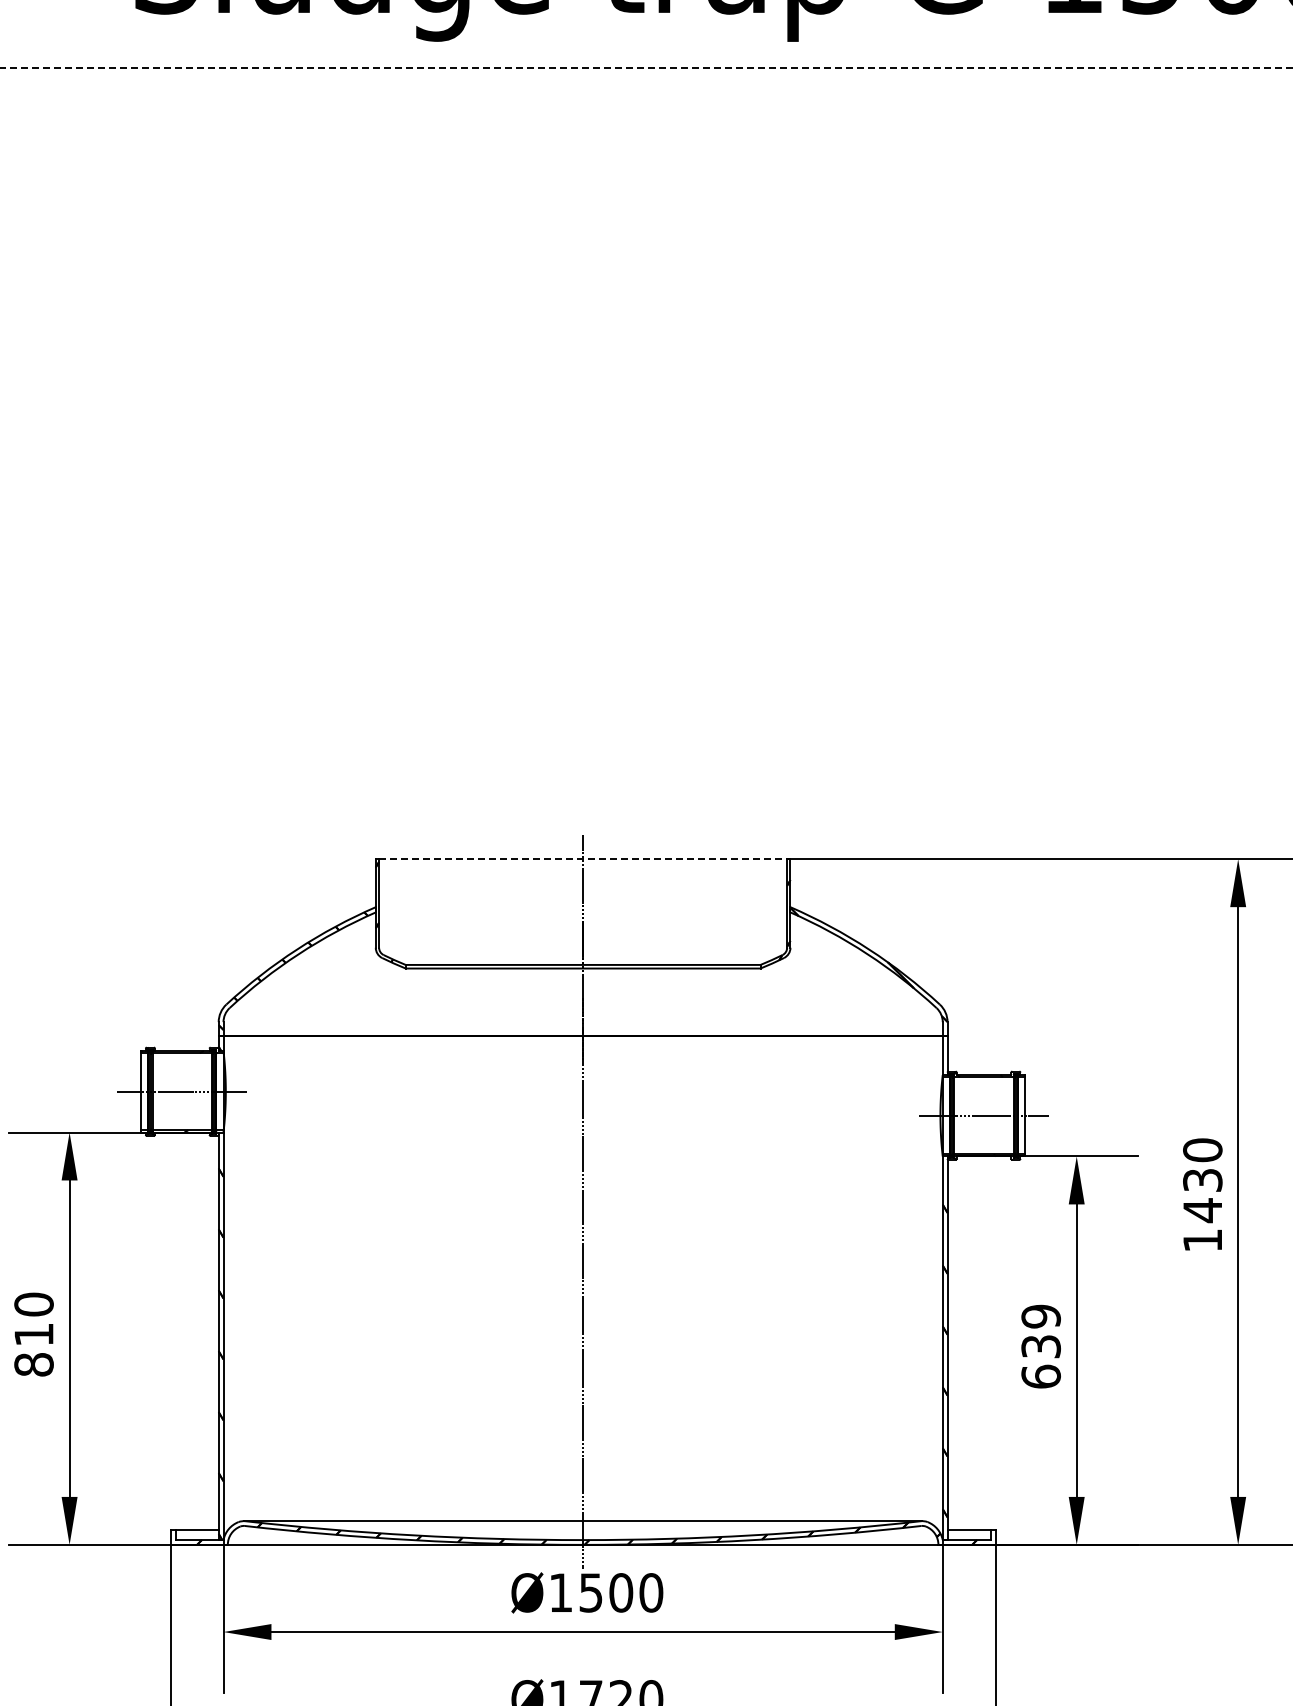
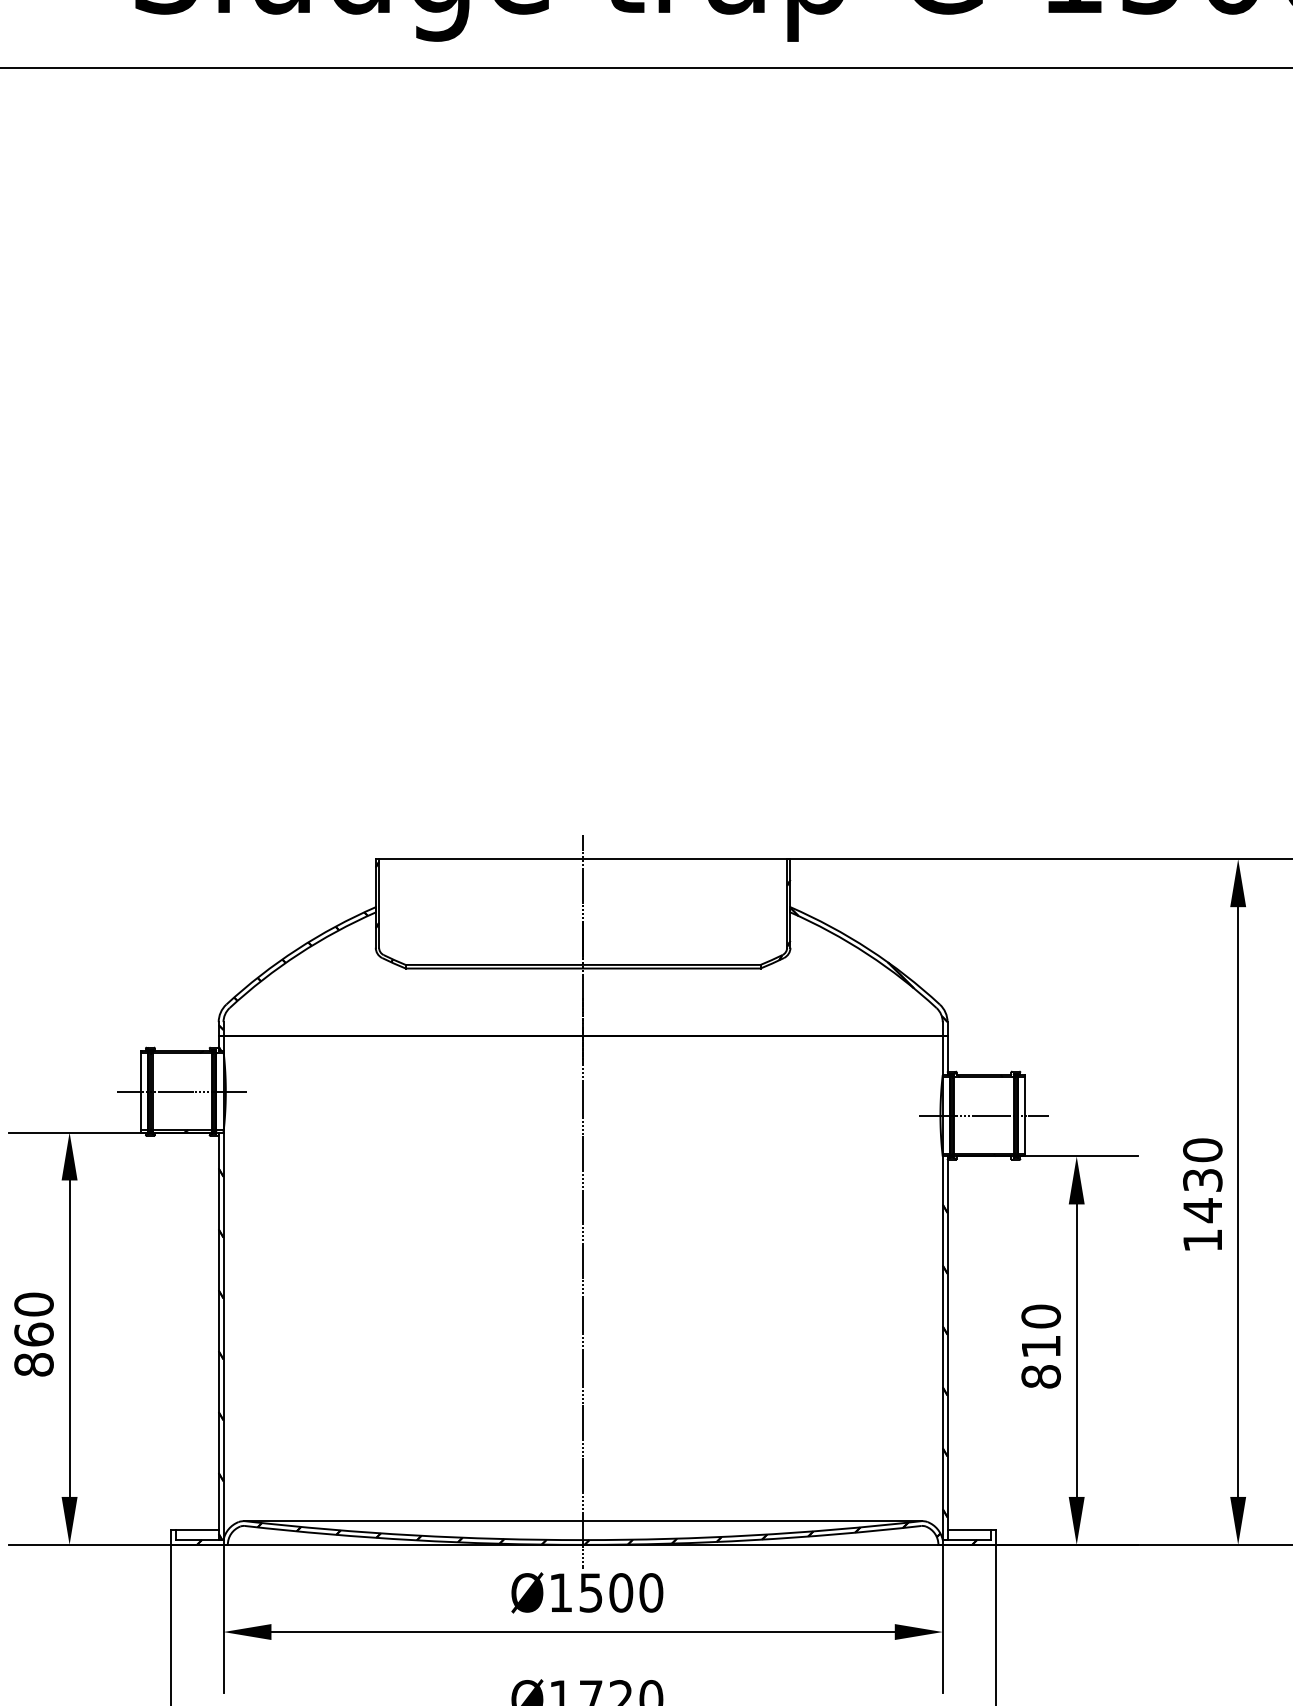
line at (646, 68): dashed -> solid
line at (583, 859): dashed -> solid
text at (33, 1334): 810 -> 860
text at (1041, 1346): 639 -> 810
